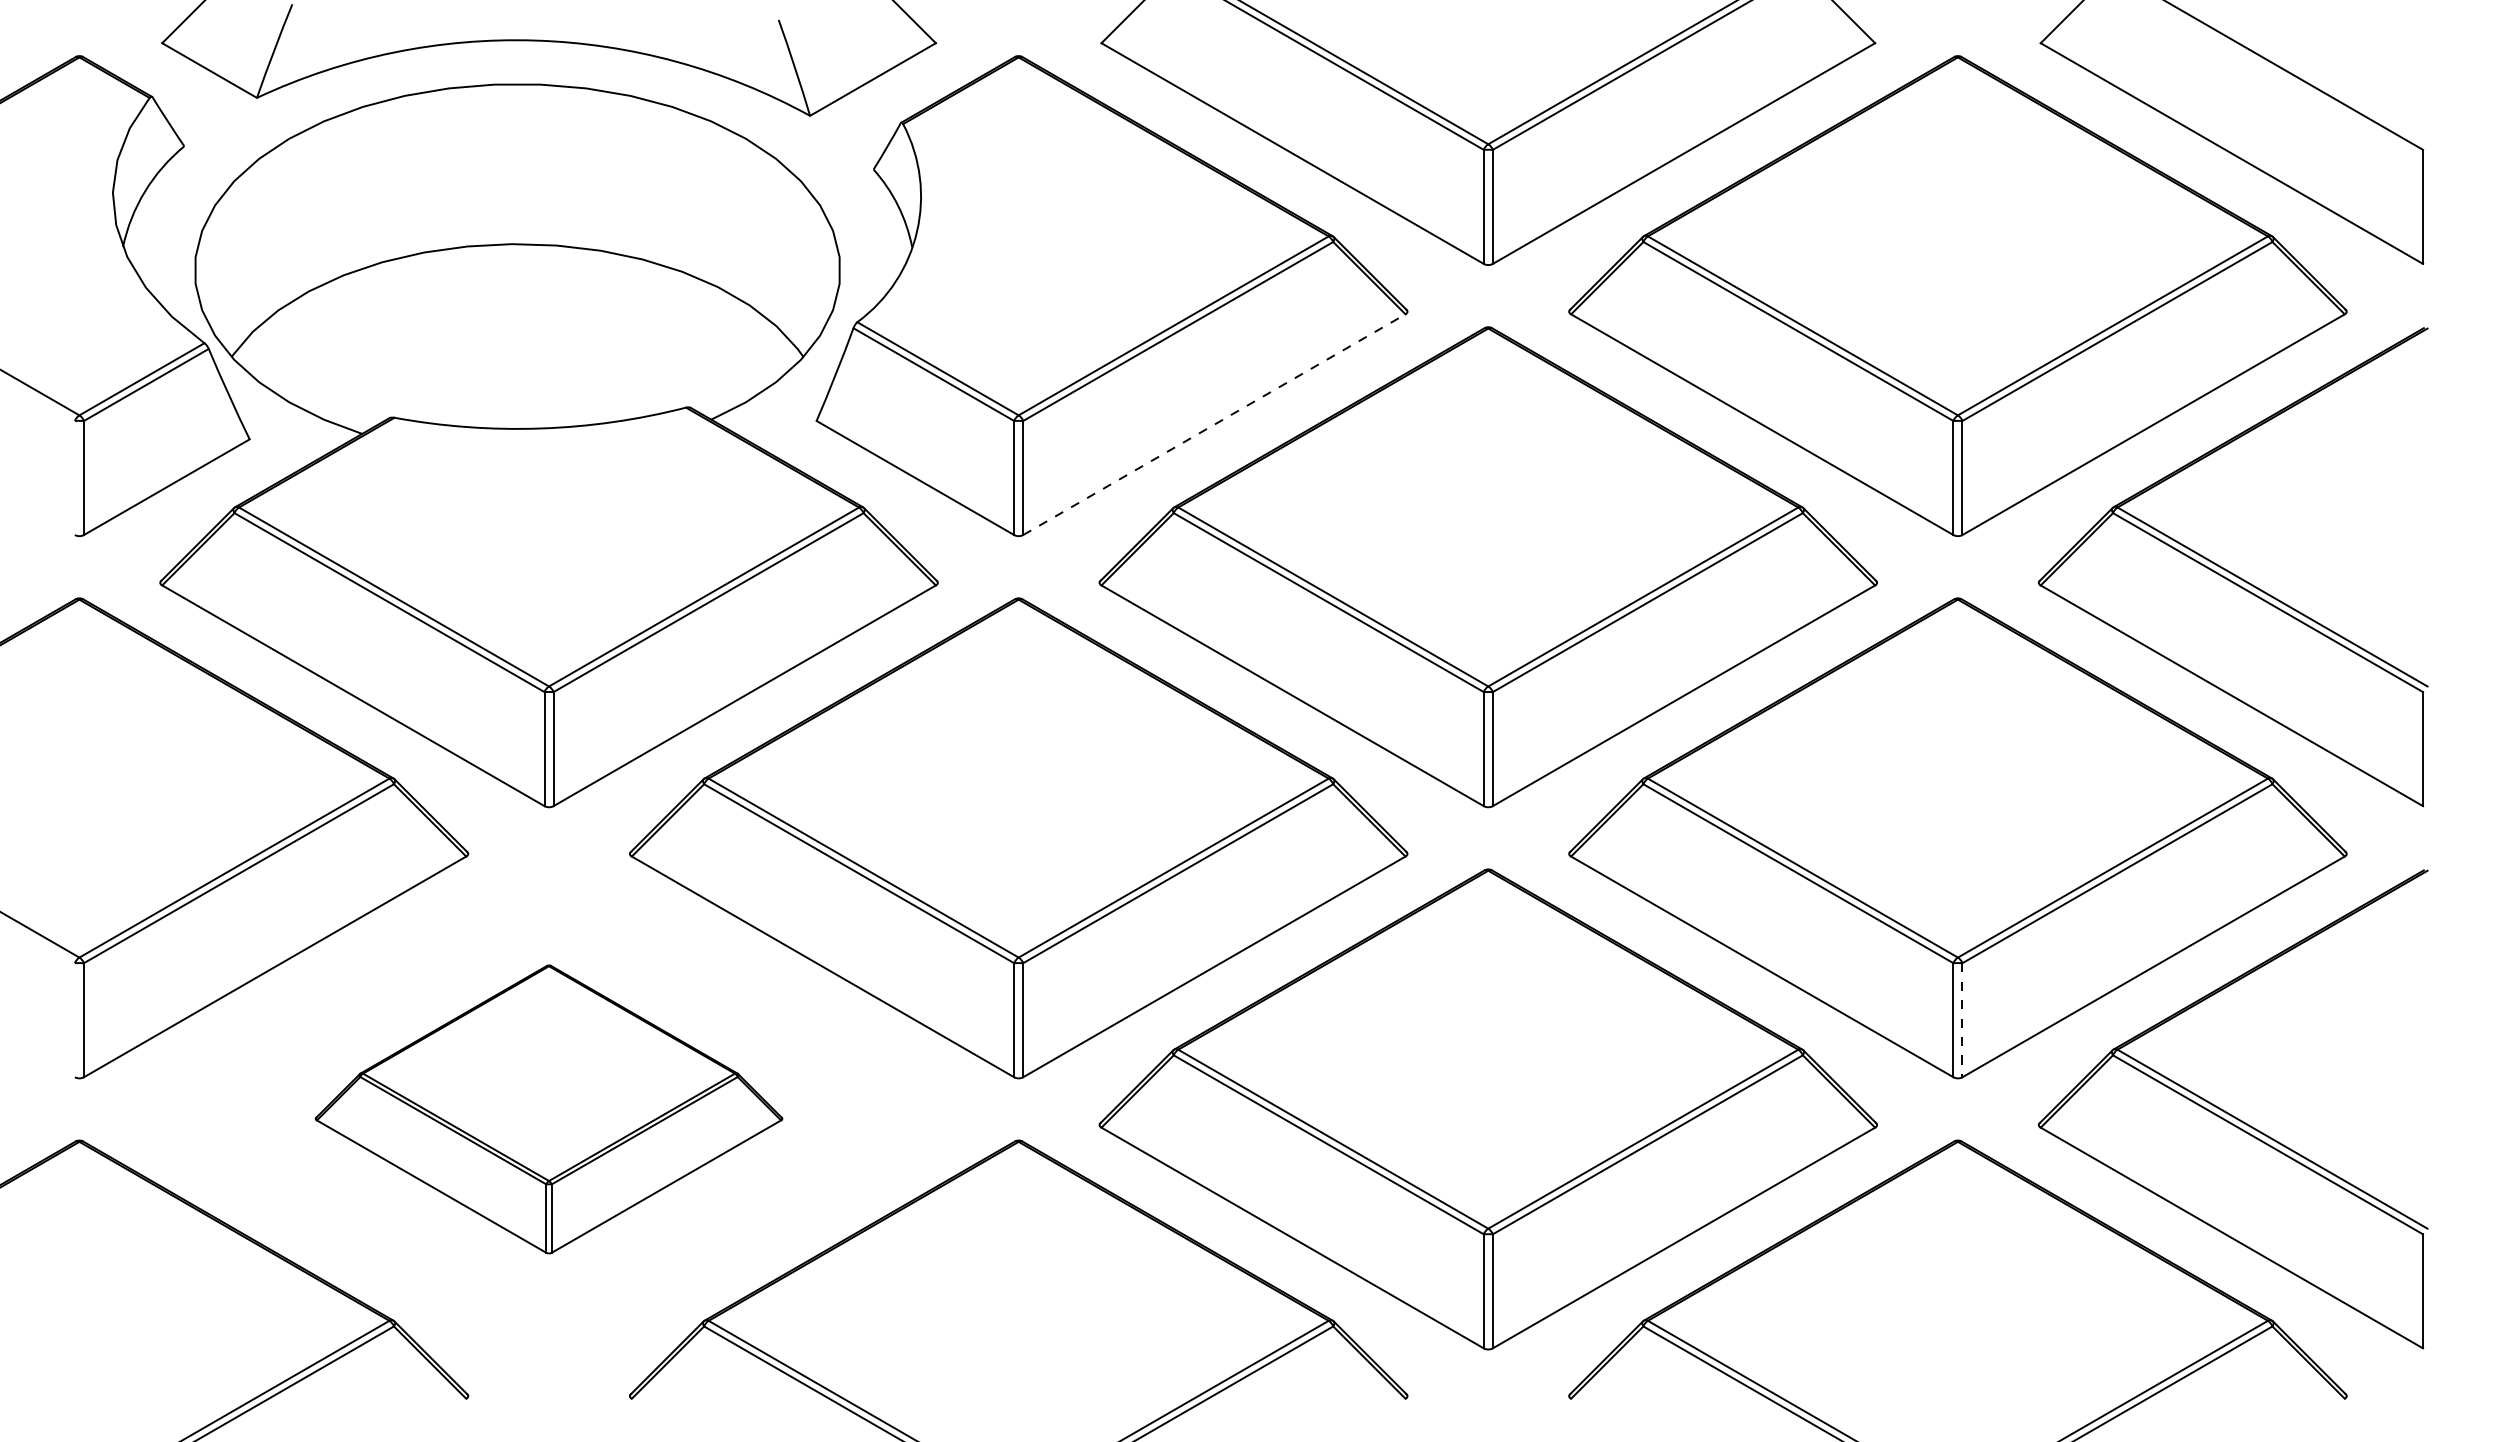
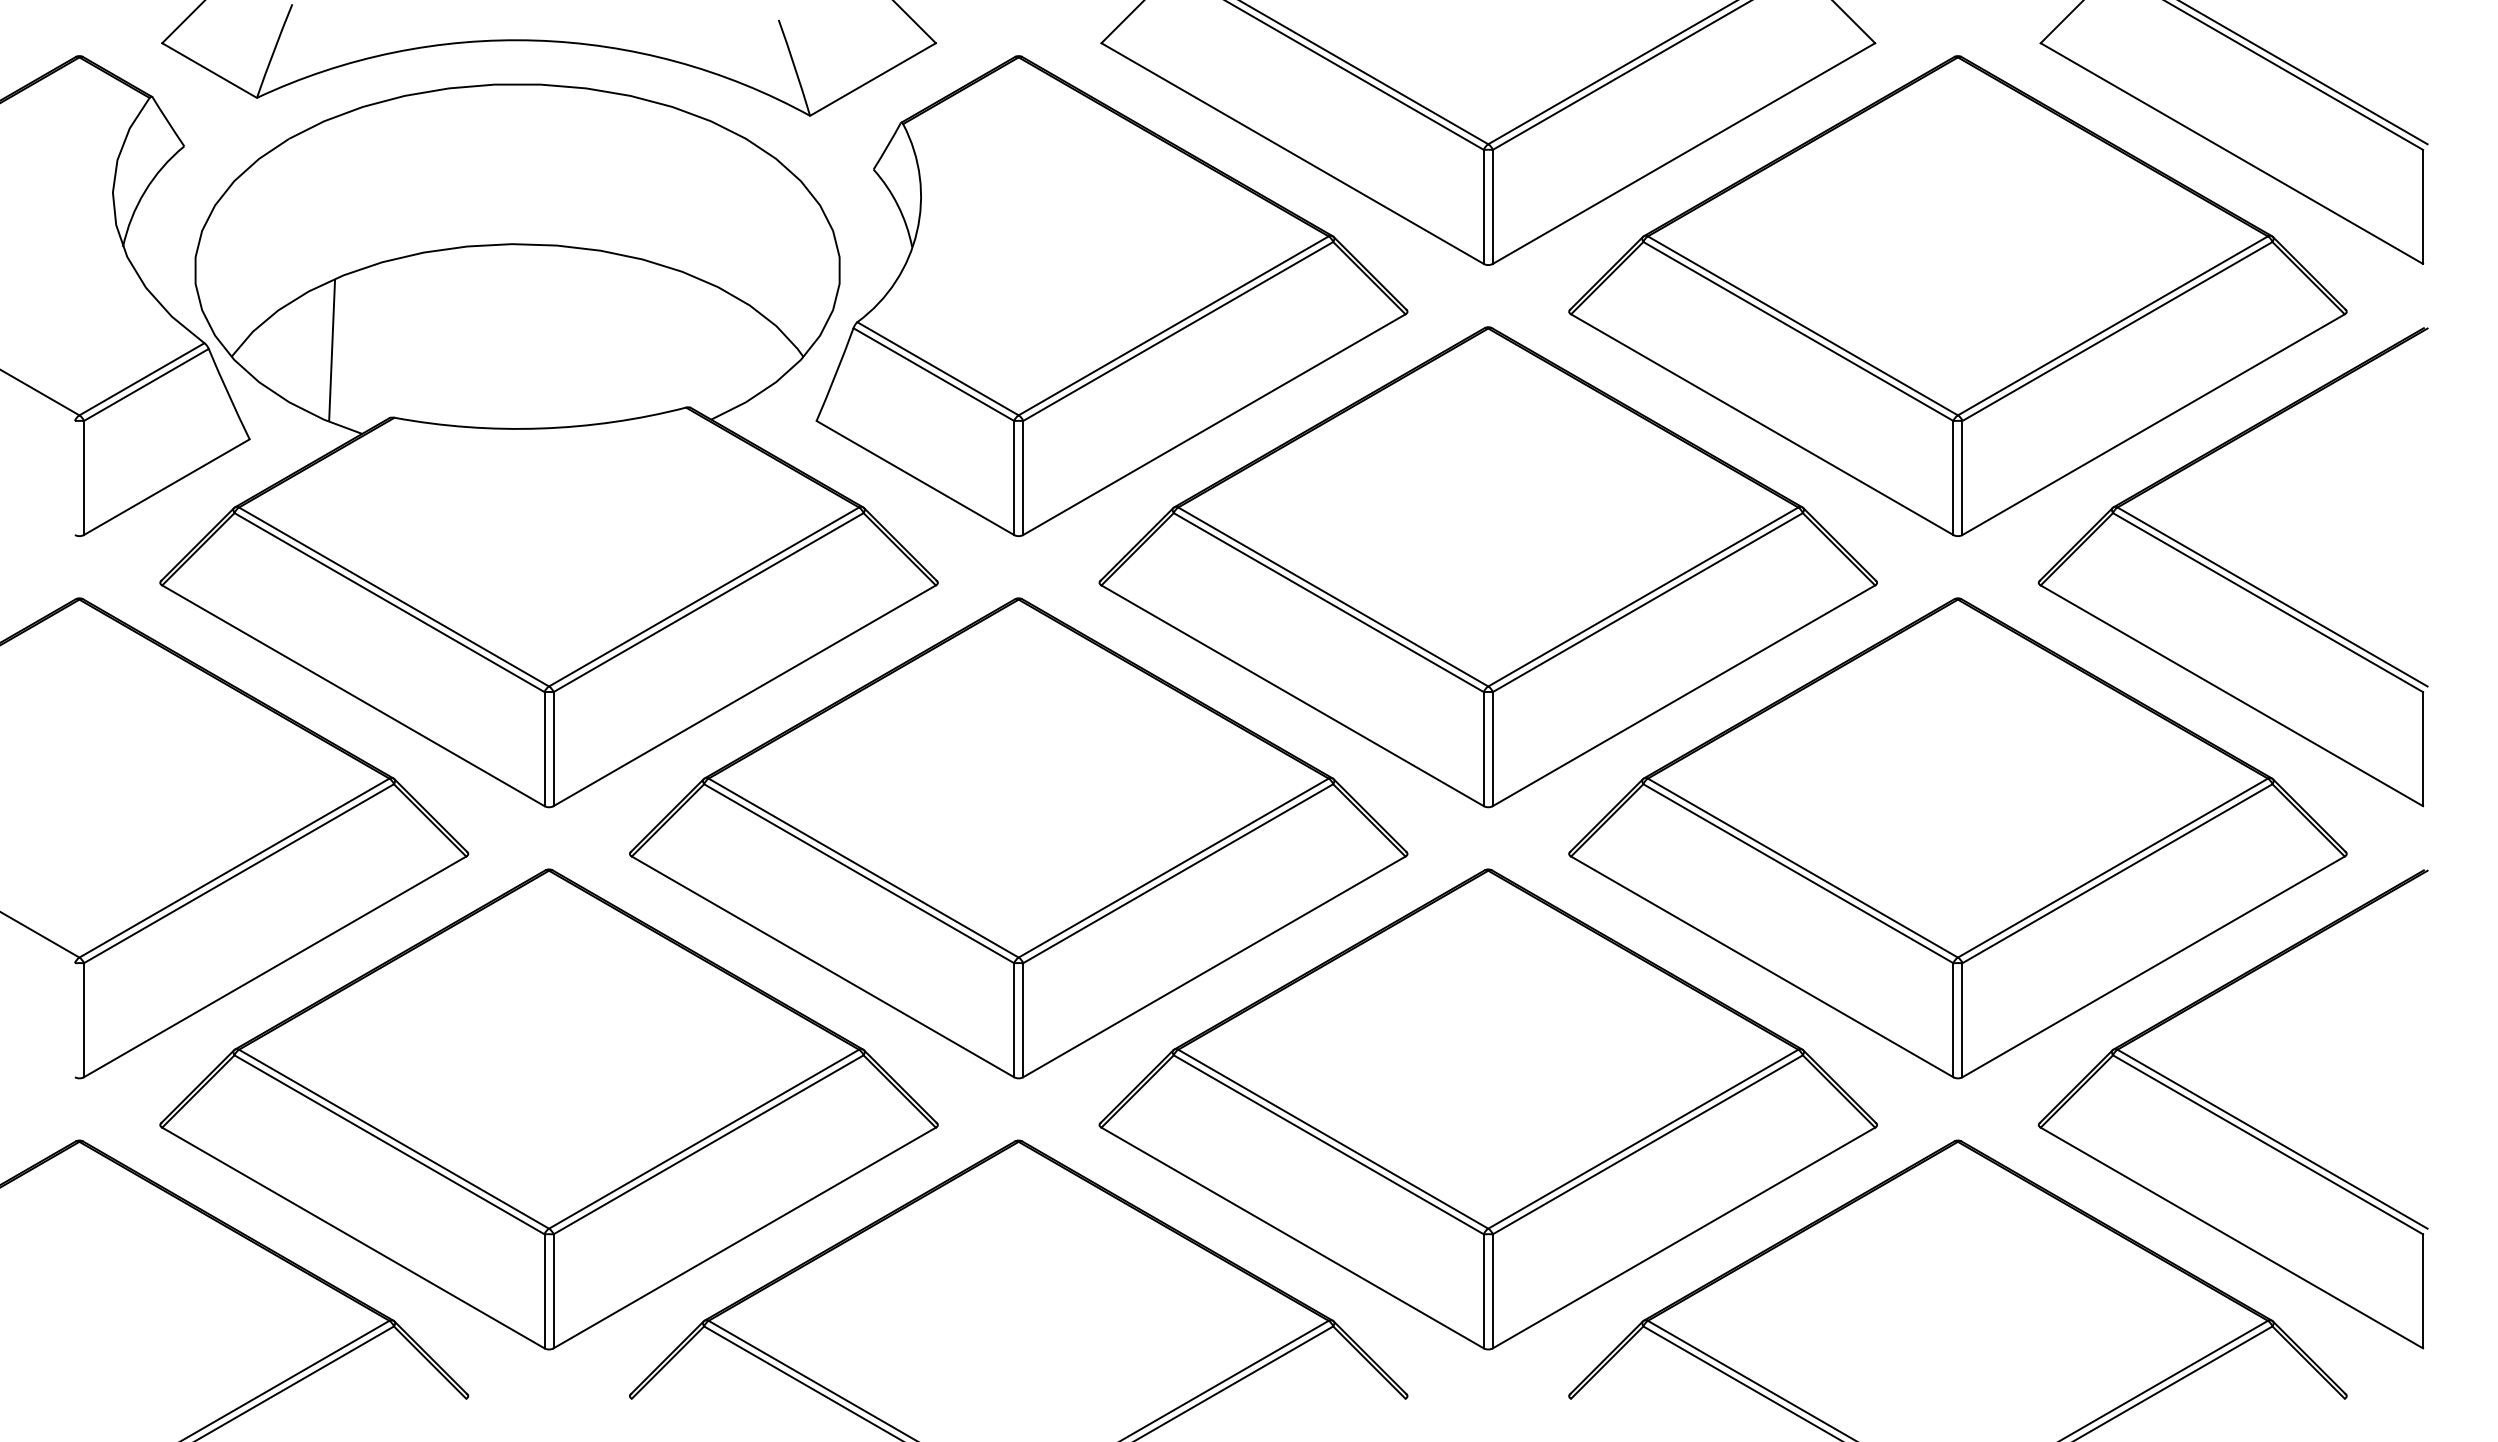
line at (2304, 73): none -> present
line at (332, 350): none -> present
line at (1214, 424): dashed -> solid
line at (1962, 1020): dashed -> solid
part at (548, 1109) size: 470x291 px -> 780x483 px
